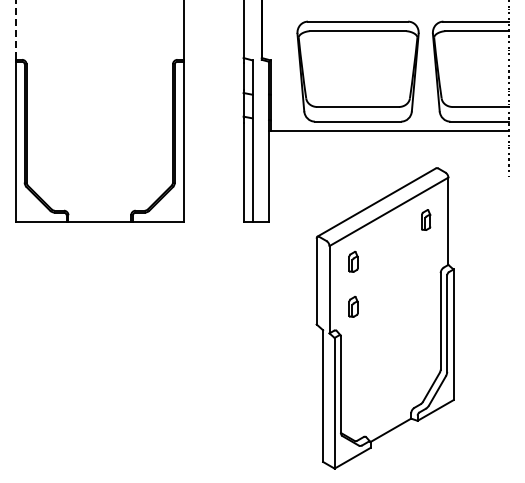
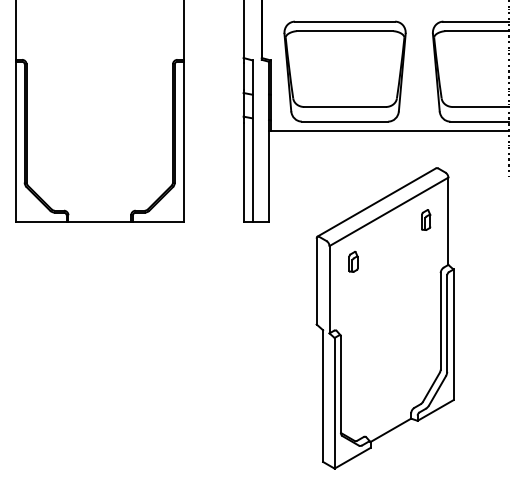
line at (15, 30): dashed -> solid
part at (357, 71) position: (357, 71) -> (344, 71)
part at (353, 306): present -> none
